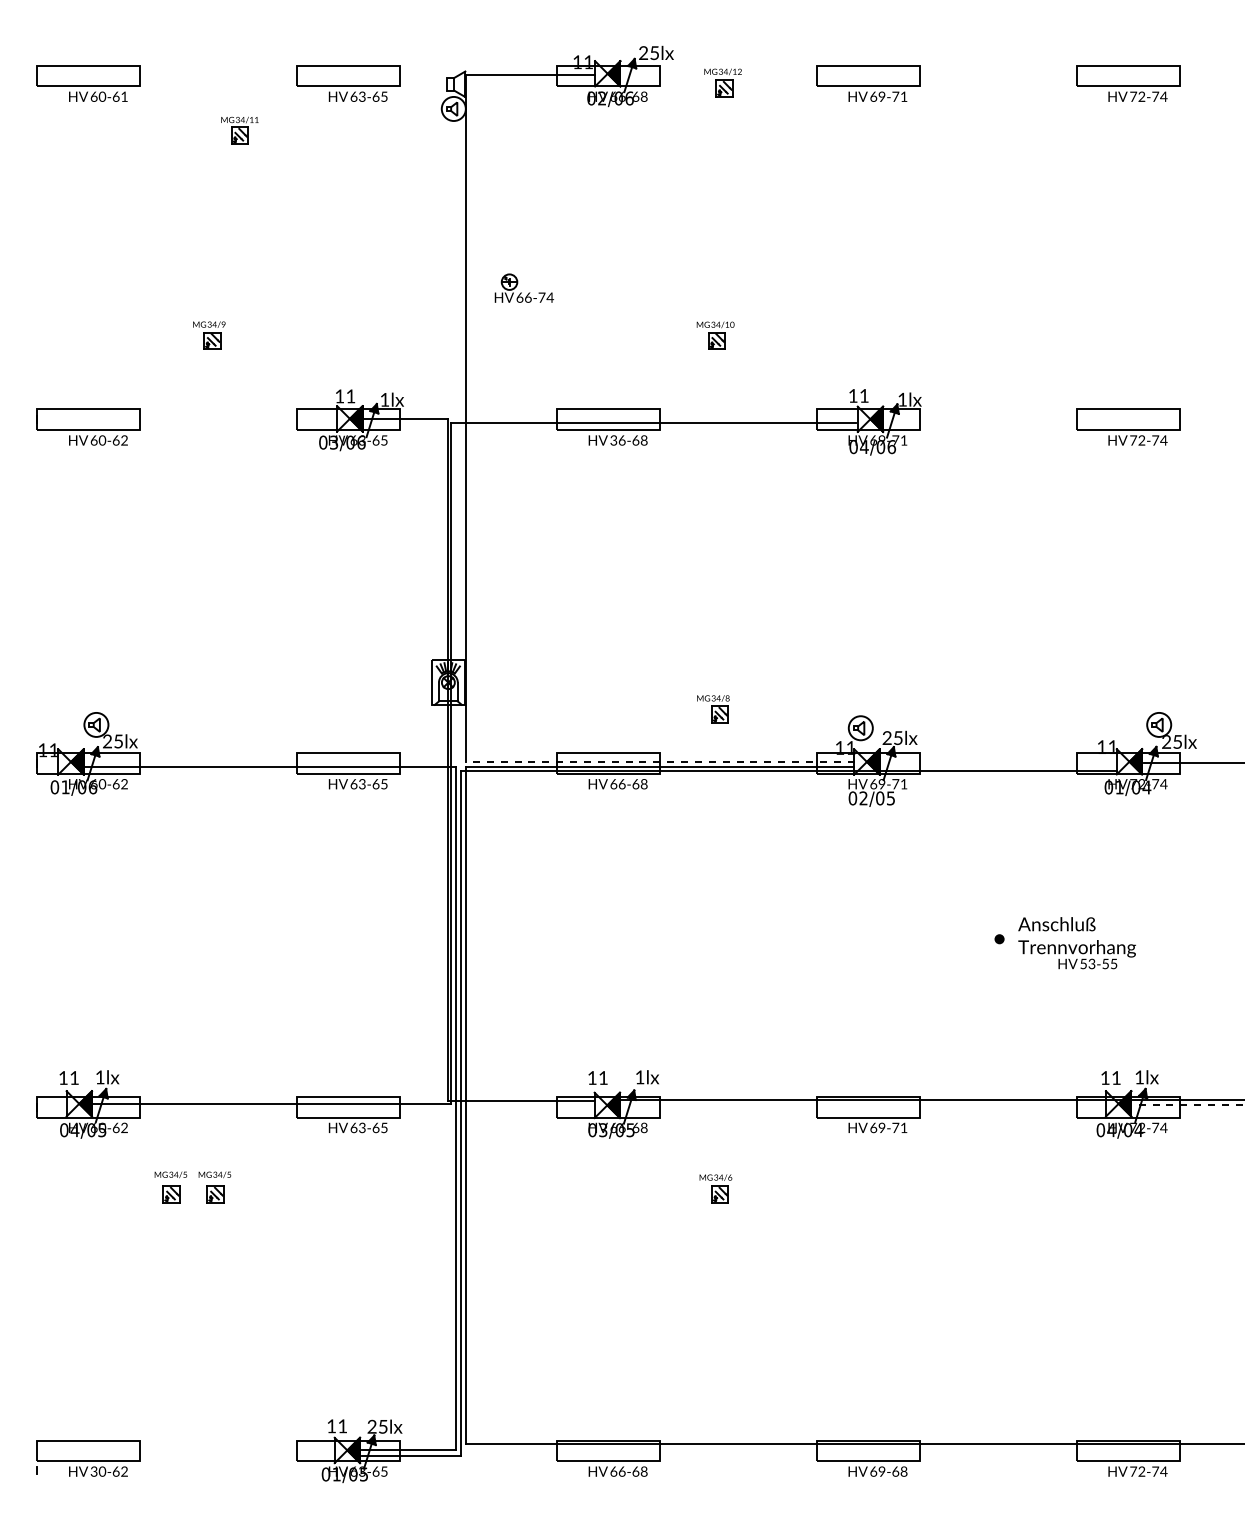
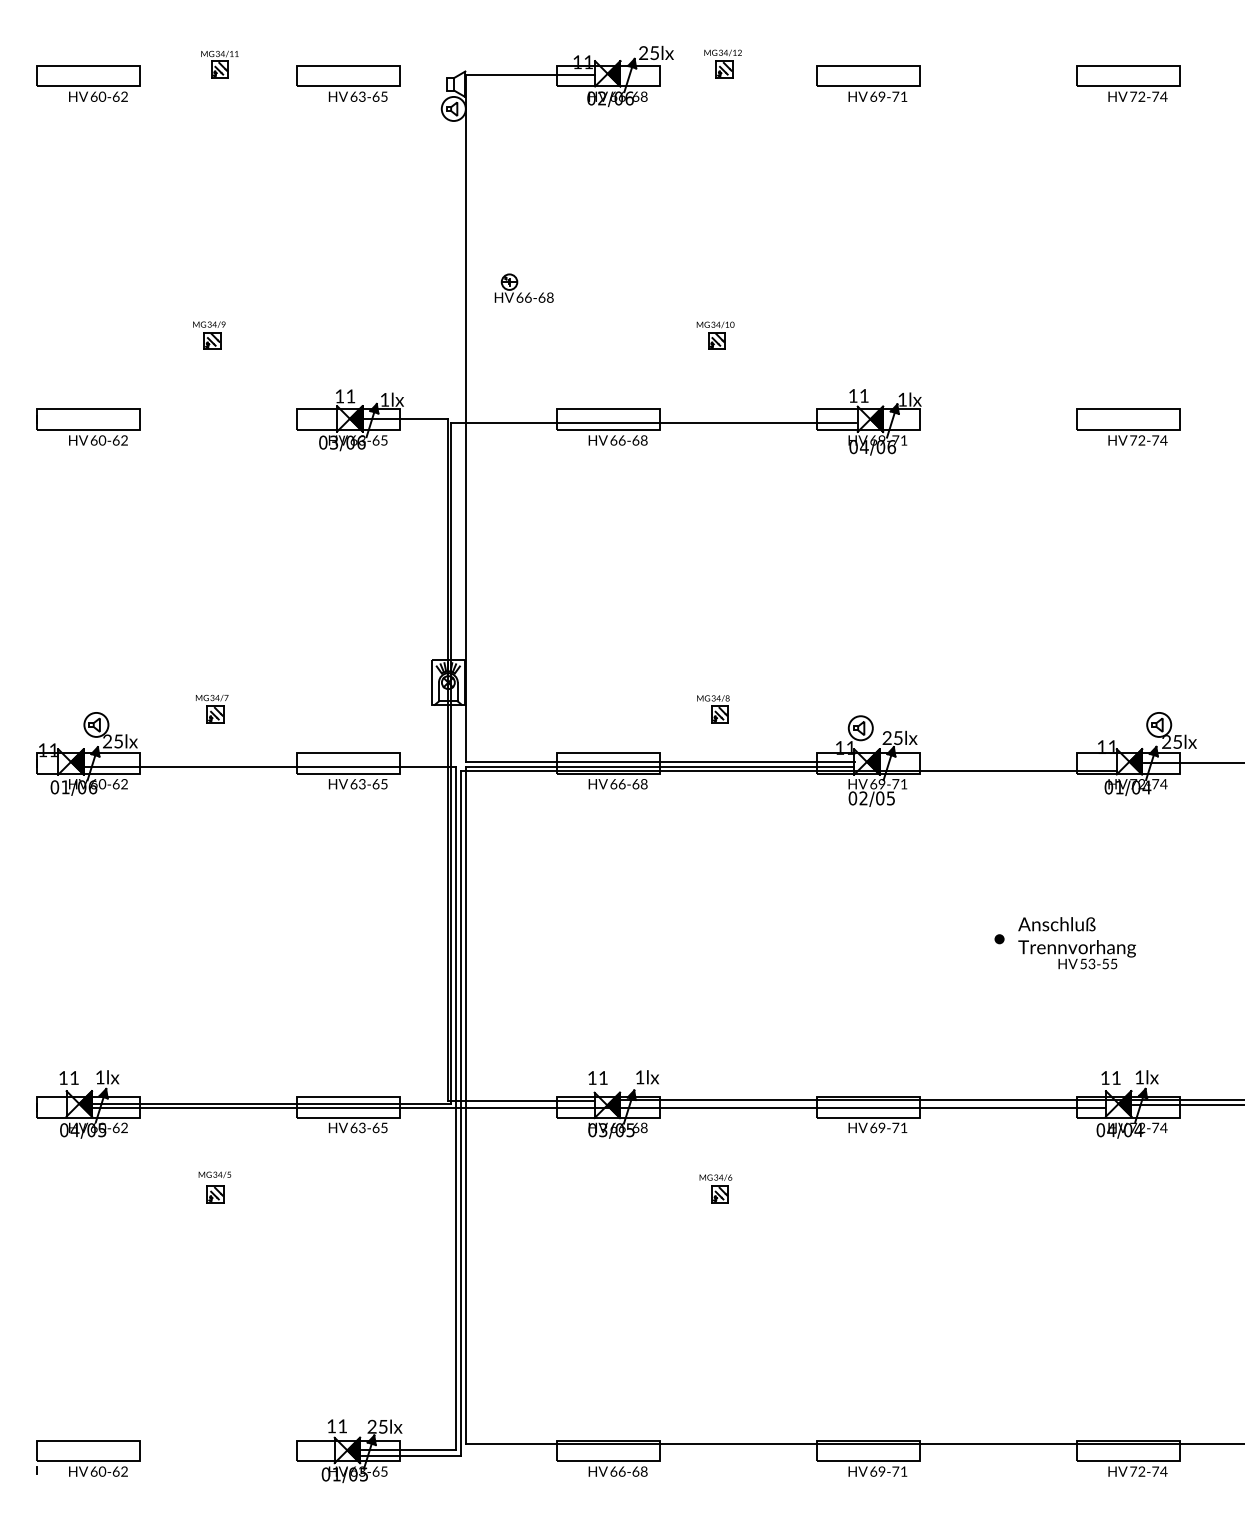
part at (722, 82) position: (722, 82) -> (722, 63)
text at (124, 96): 60-61 -> 60-62
part at (239, 130) position: (239, 130) -> (219, 64)
text at (546, 297): 66-74 -> 66-68
text at (613, 439): 36-68 -> 66-68
part at (212, 708): none -> present
line at (659, 761): dashed -> solid
line at (1188, 1105): dashed -> solid
line at (597, 1108): none -> present
part at (170, 1187): present -> none
text at (93, 1470): 30-62 -> 60-62
text at (899, 1471): 69-68 -> 69-71
